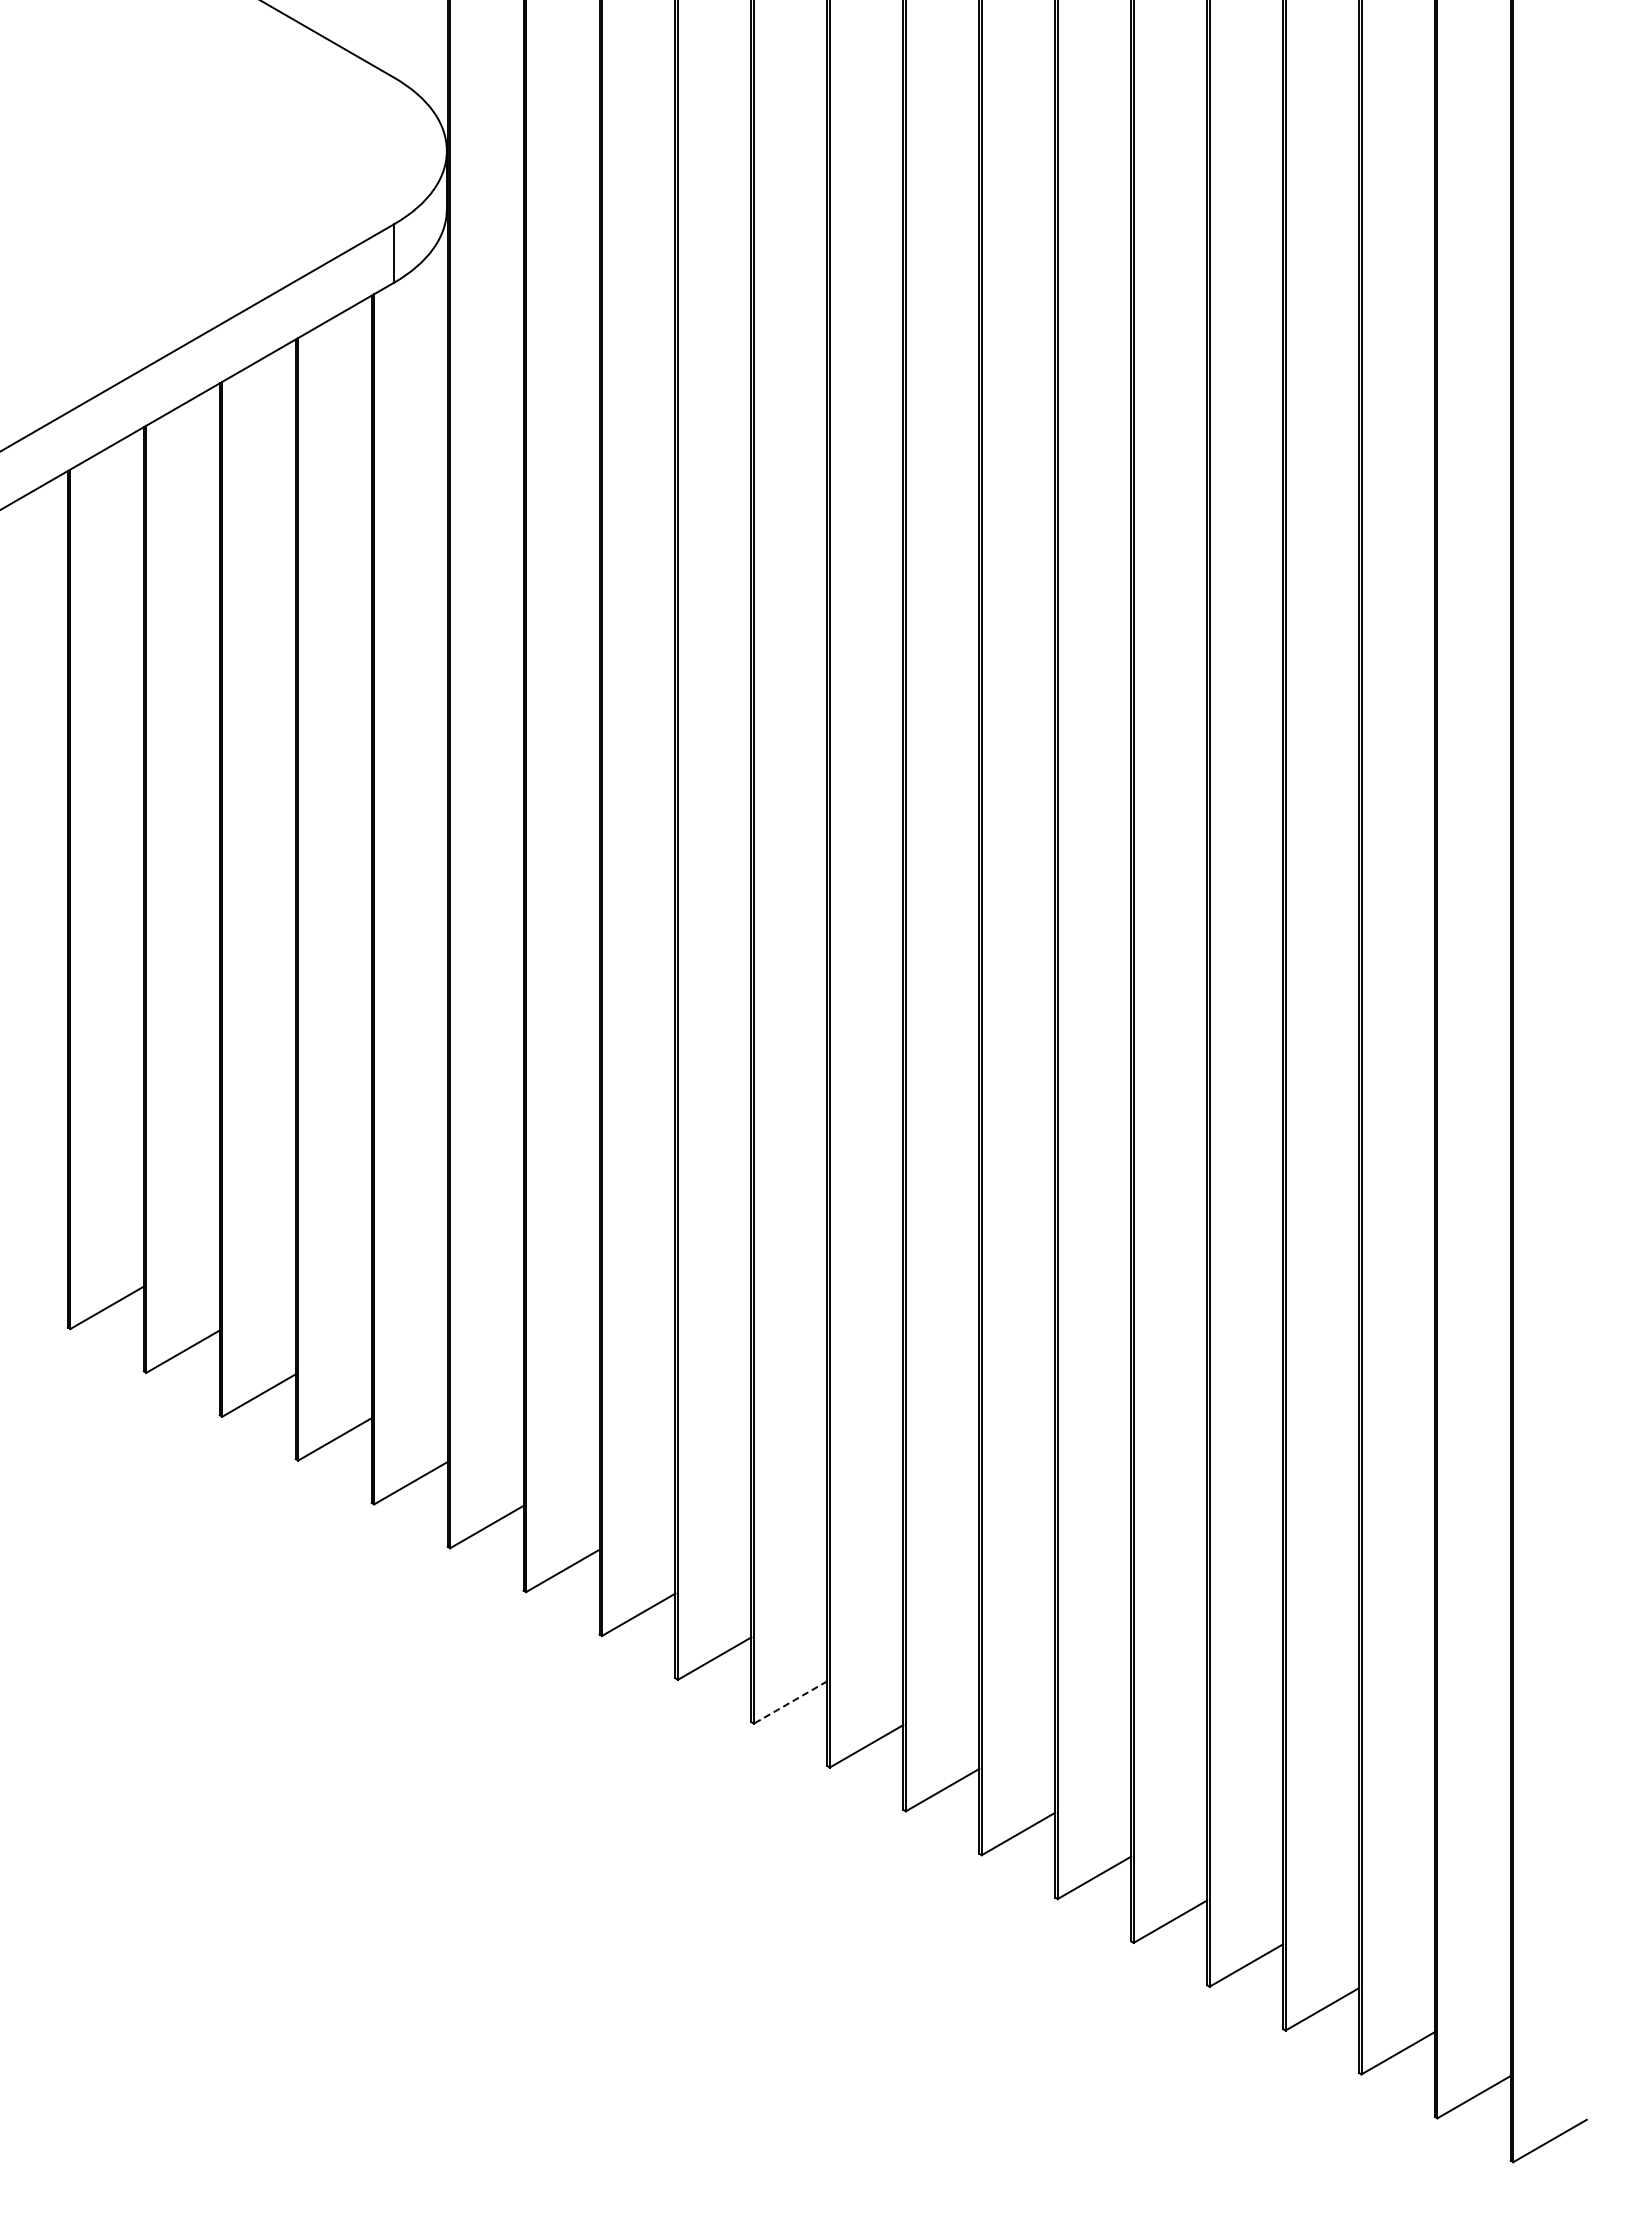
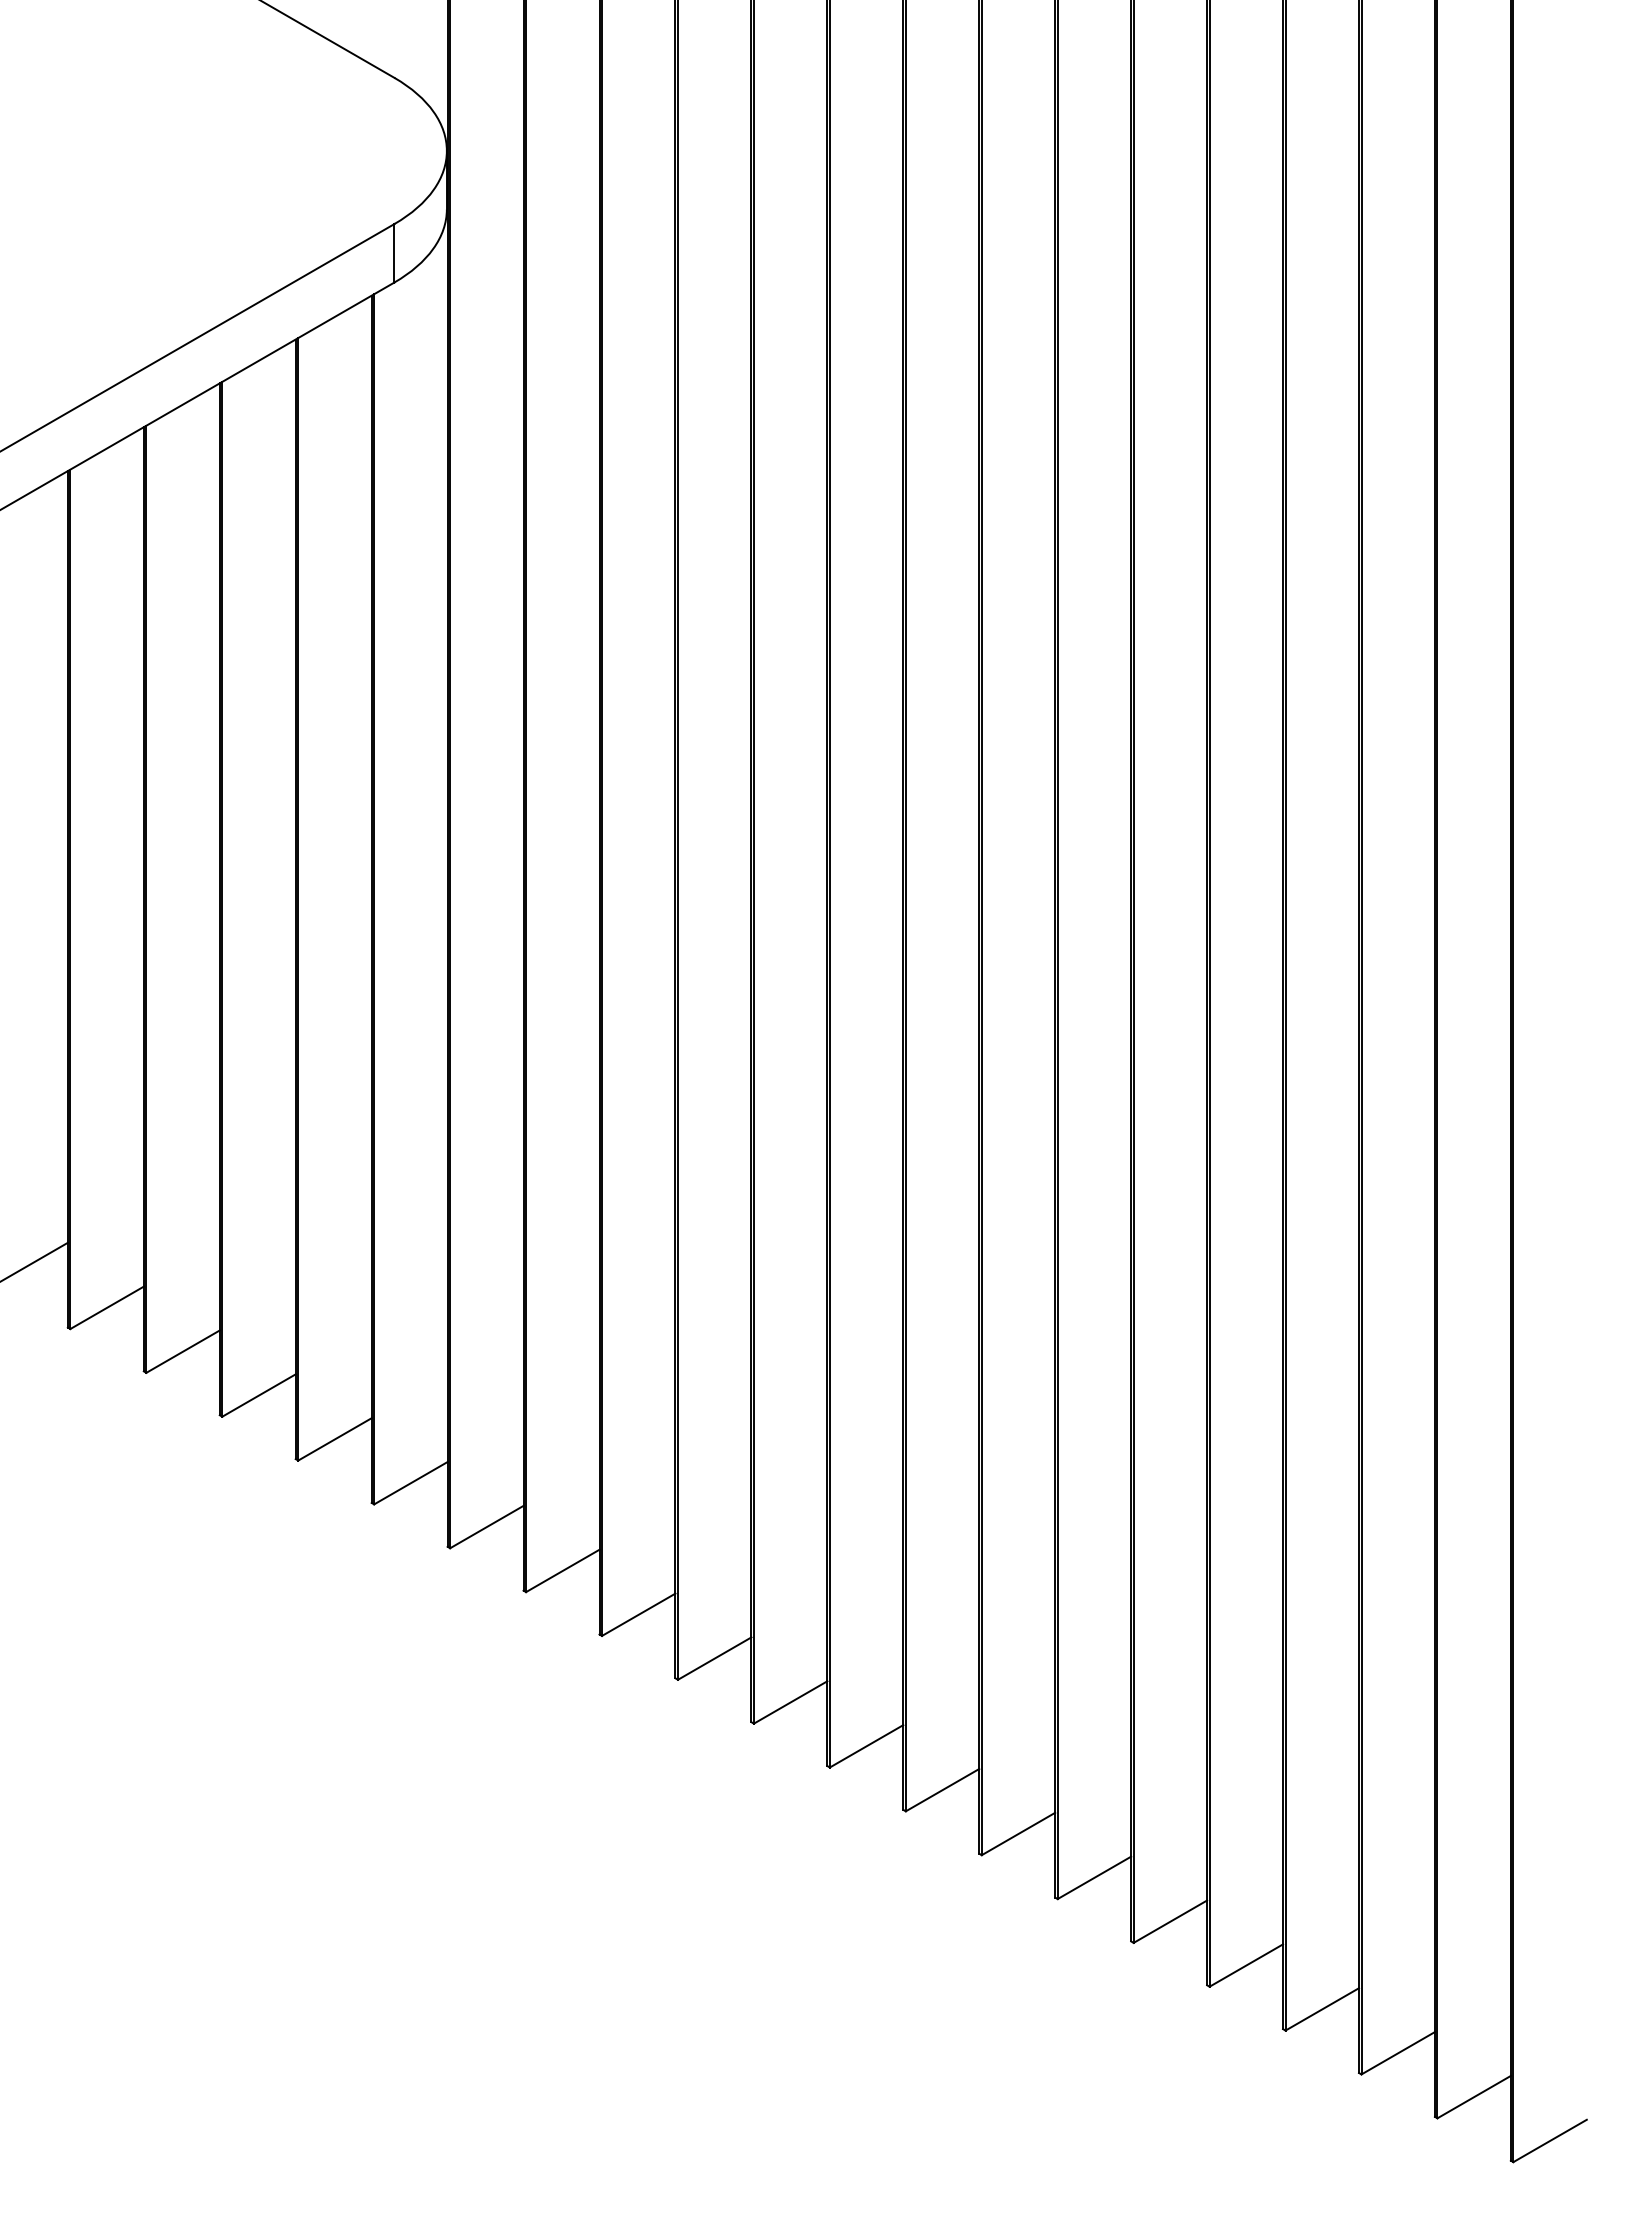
line at (34, 1261): none -> present
line at (790, 1702): dashed -> solid
